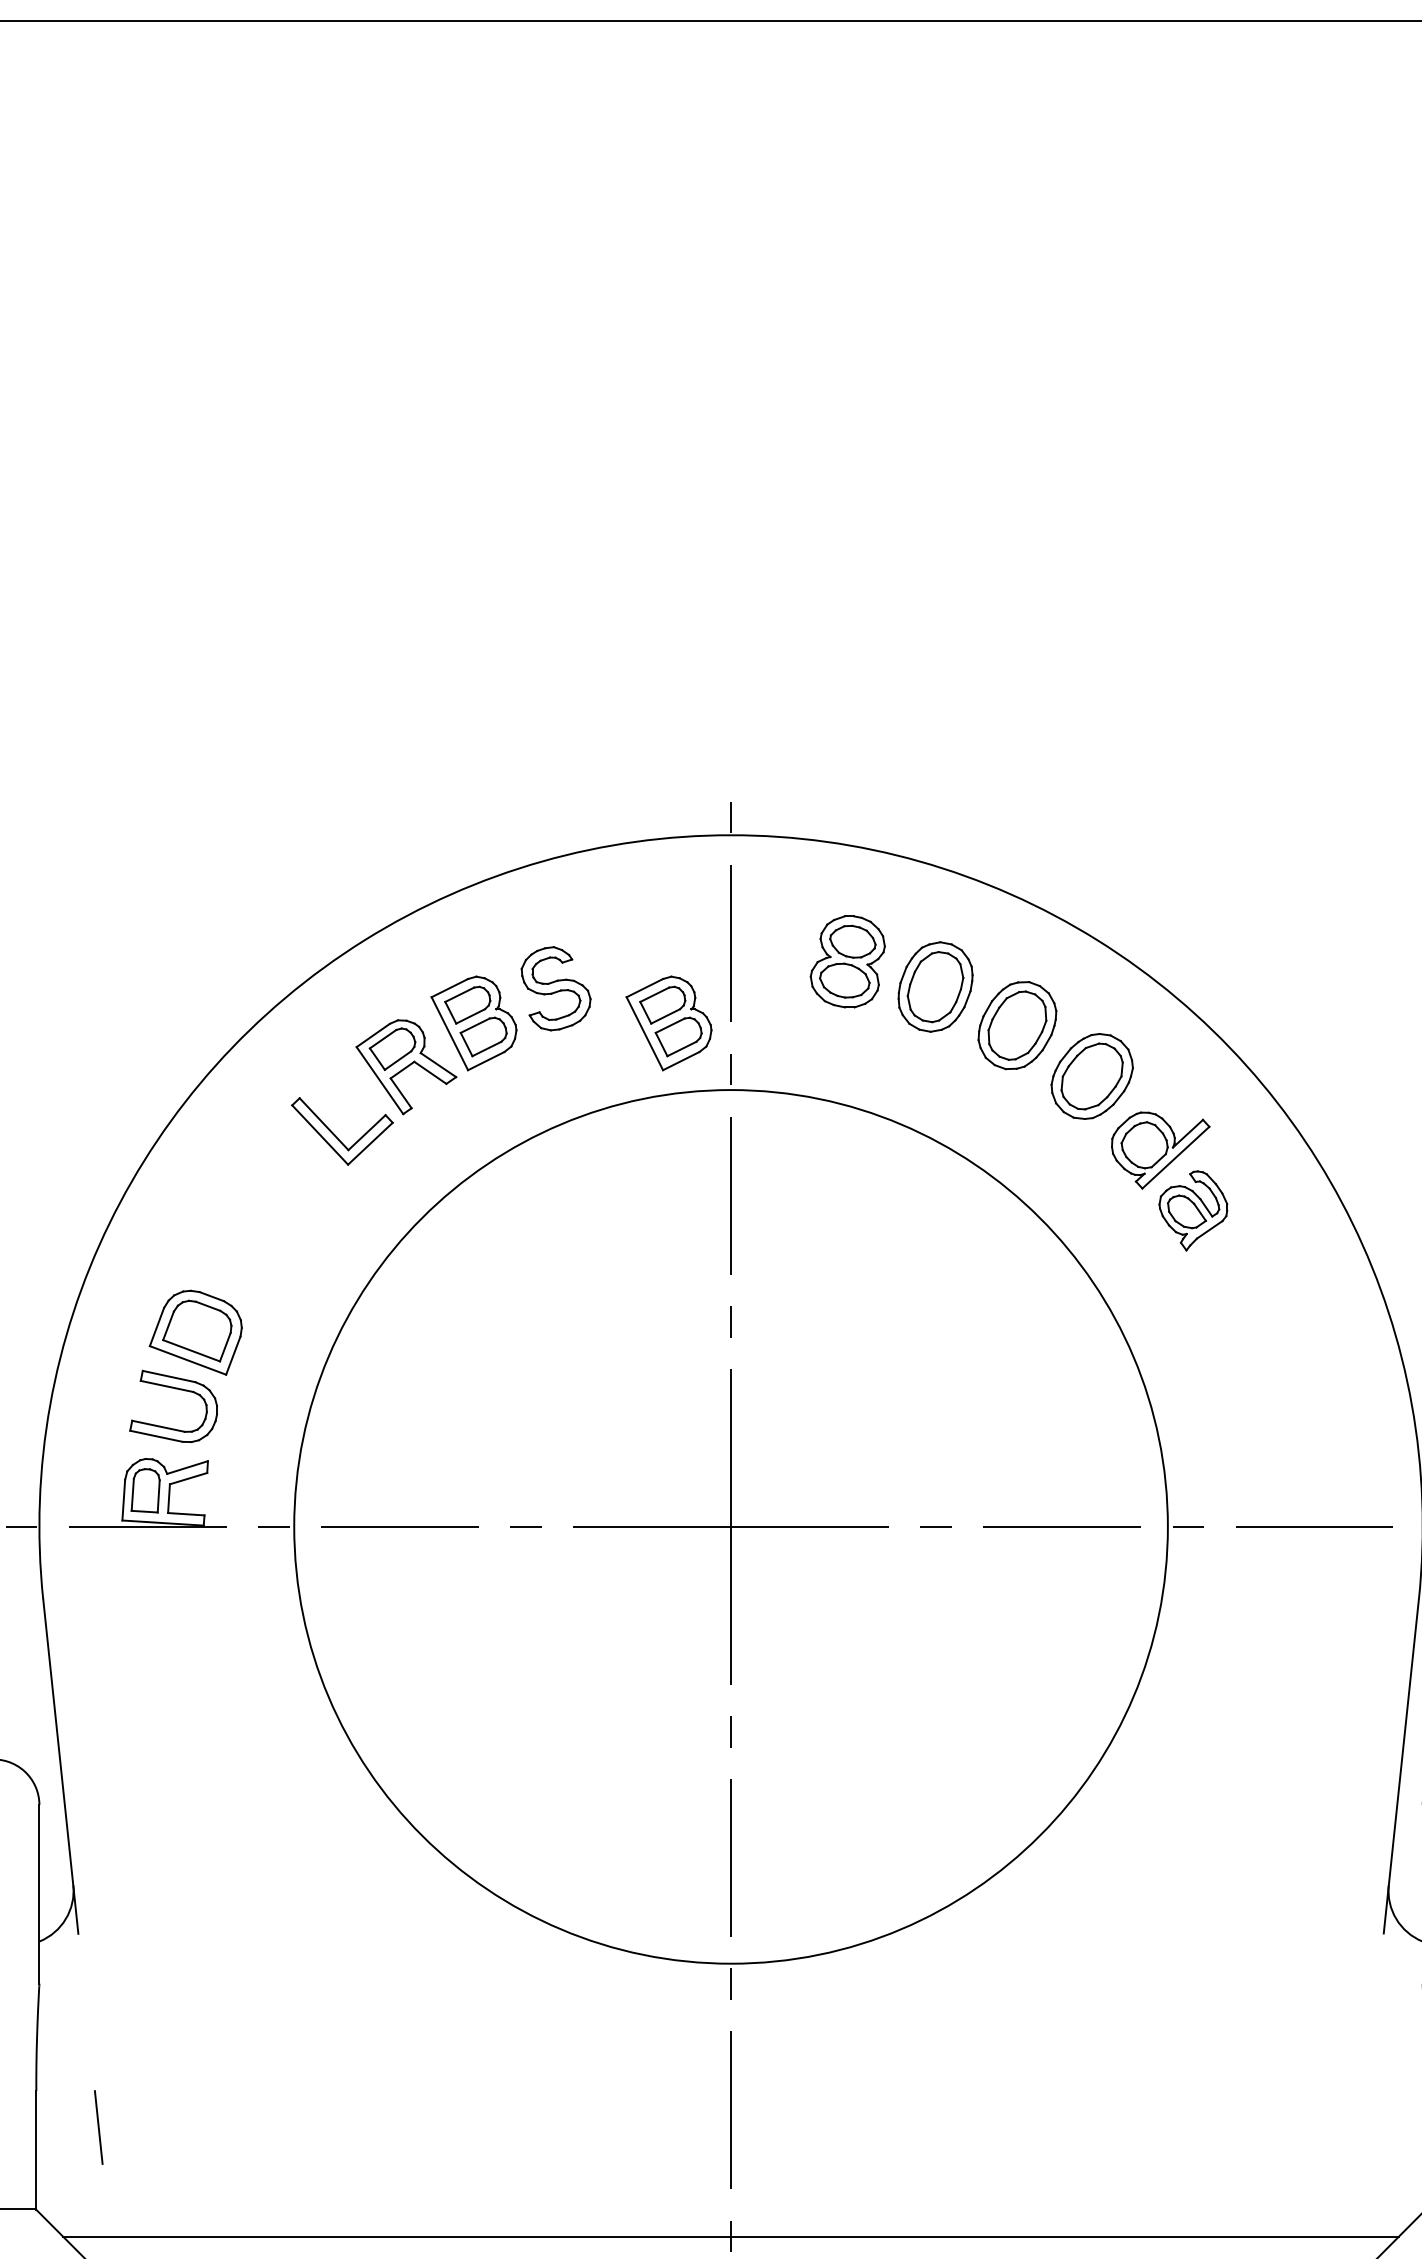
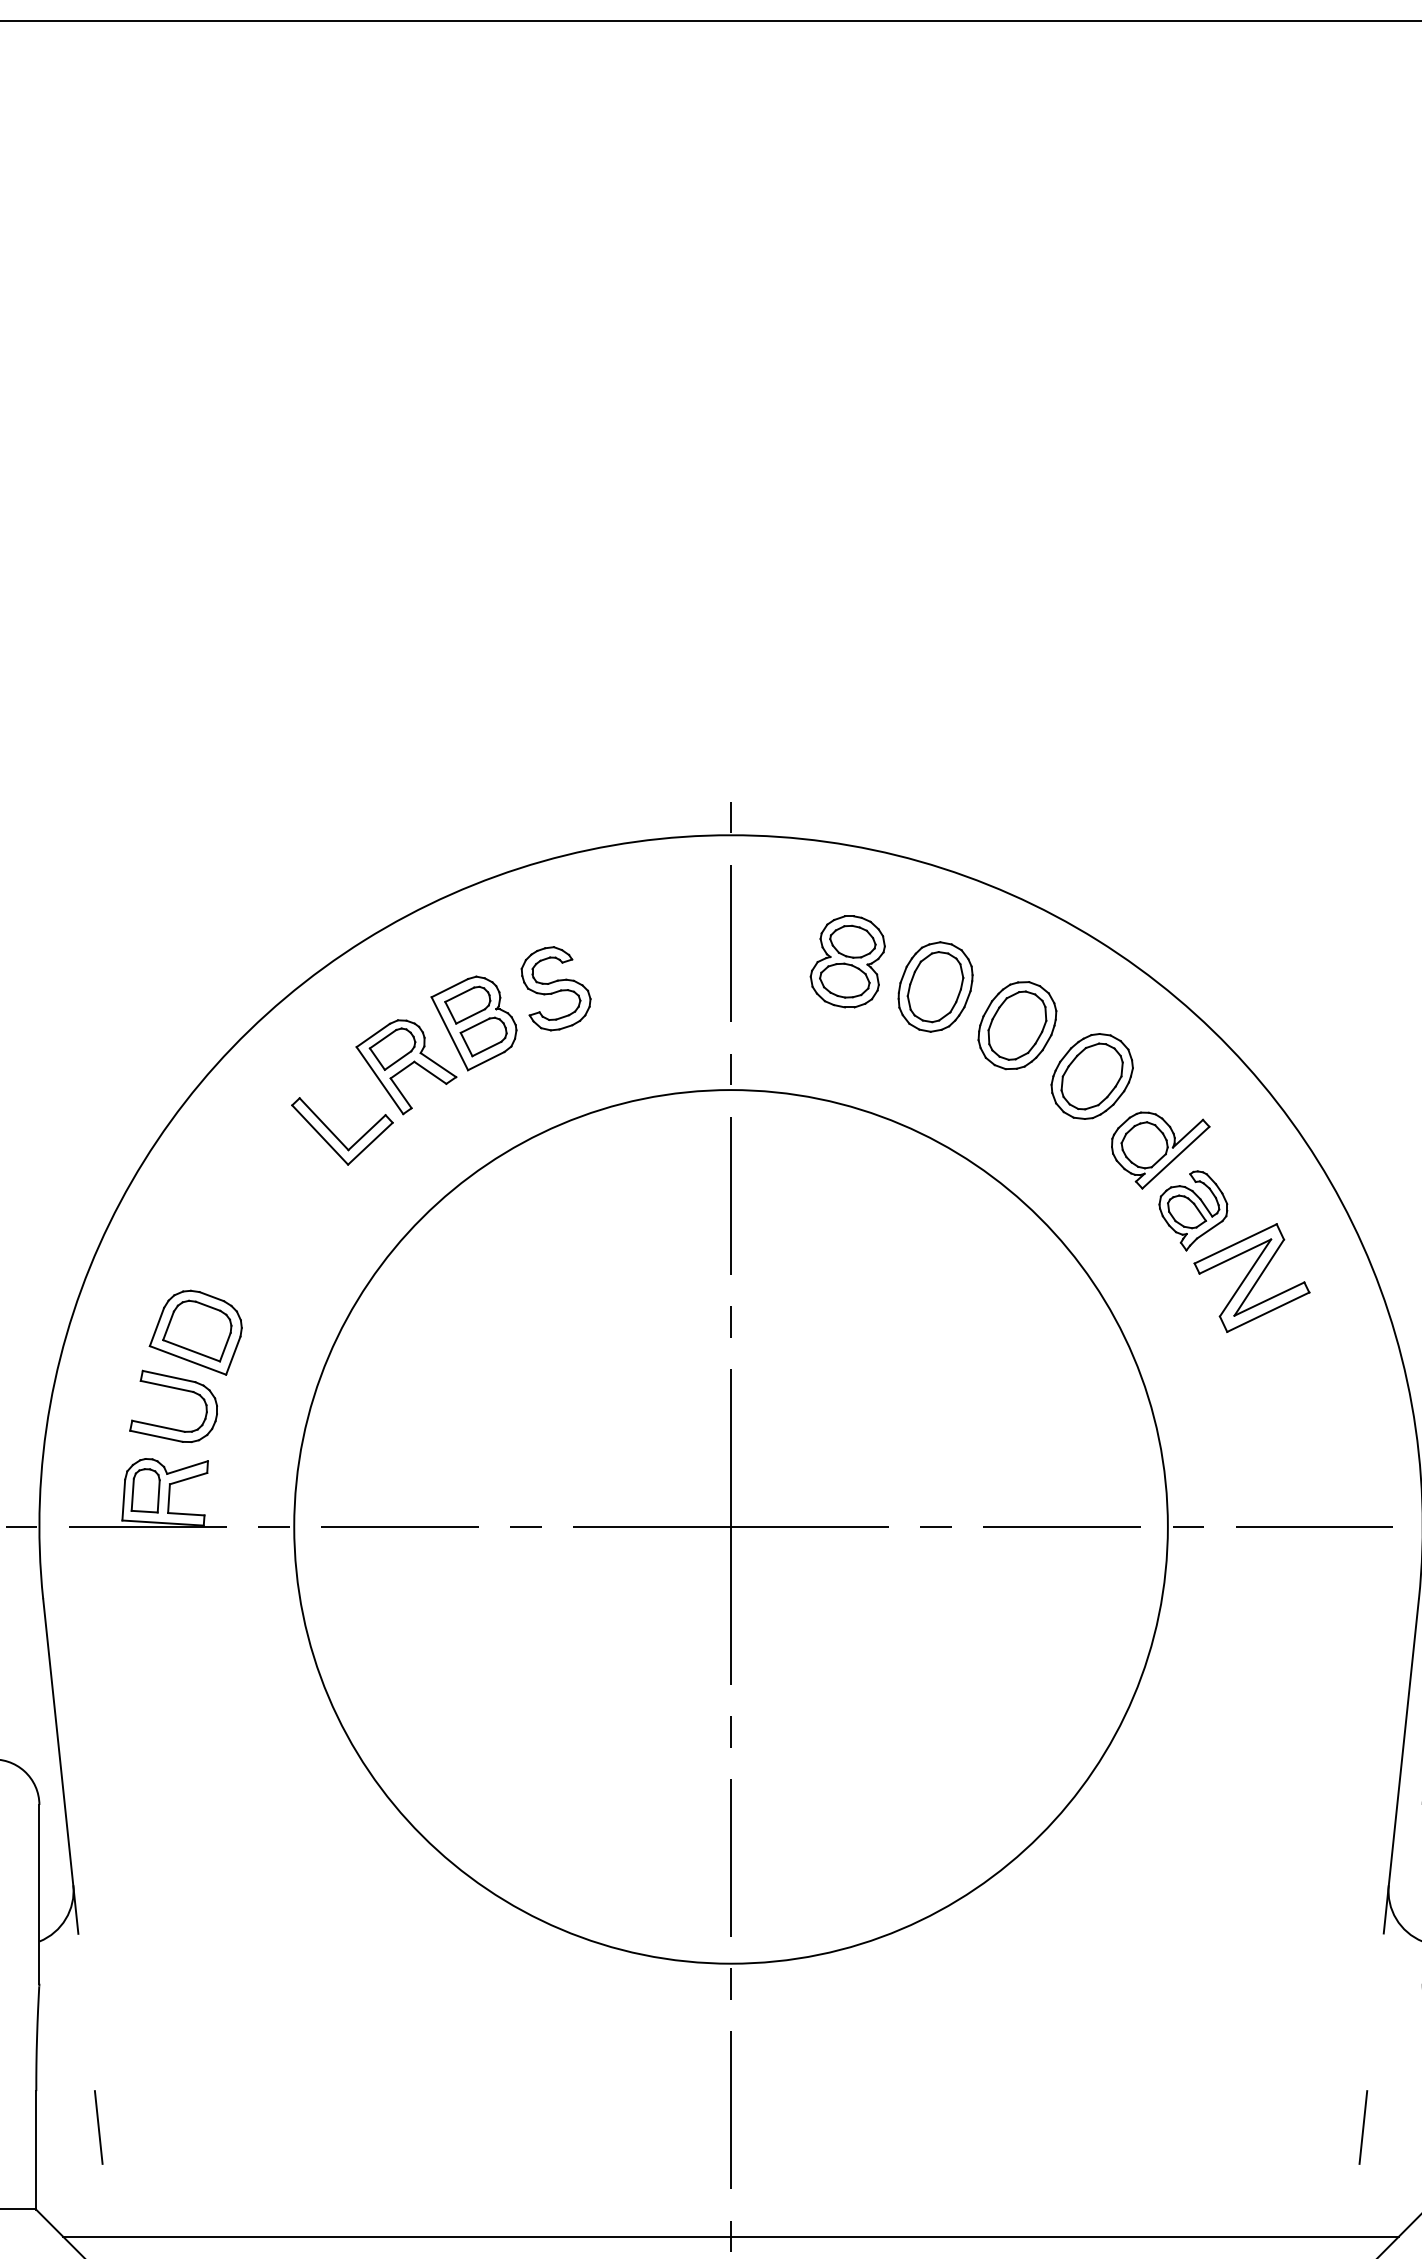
part at (668, 1023): present -> none
part at (1251, 1277): none -> present
line at (1363, 2127): none -> present
